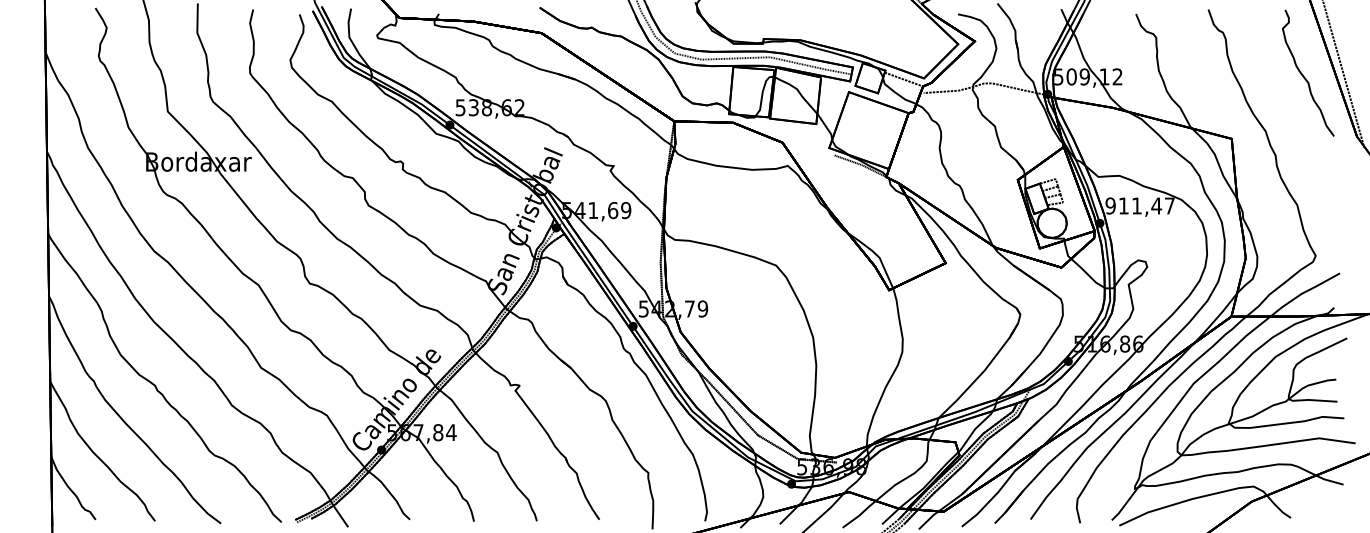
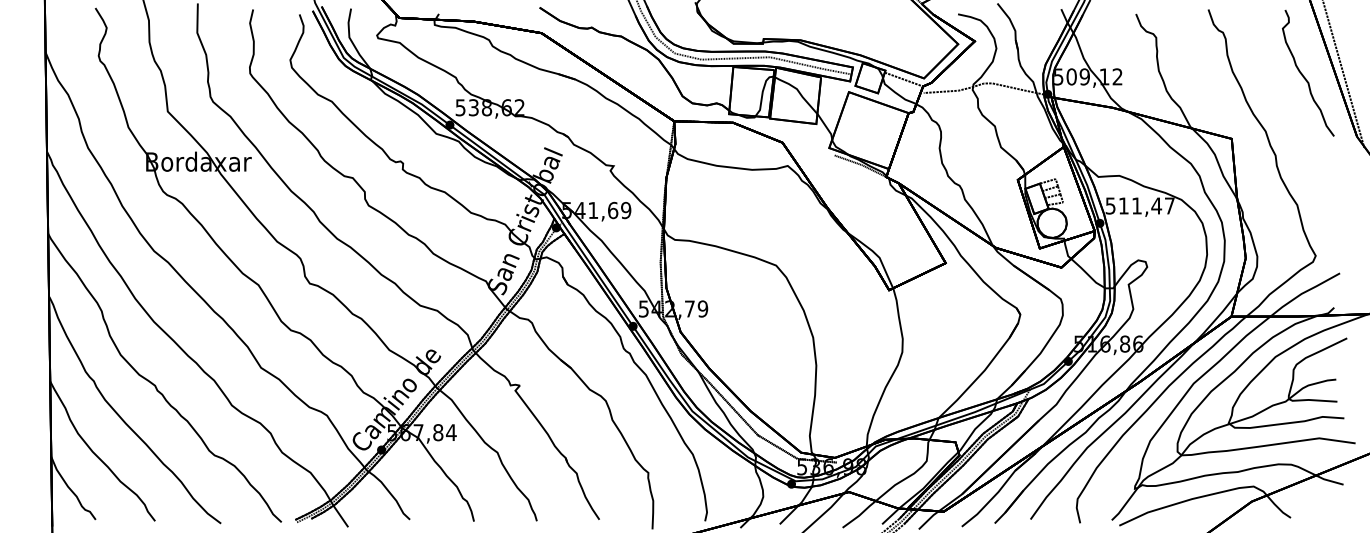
text at (1110, 205): 911,47 -> 511,47
